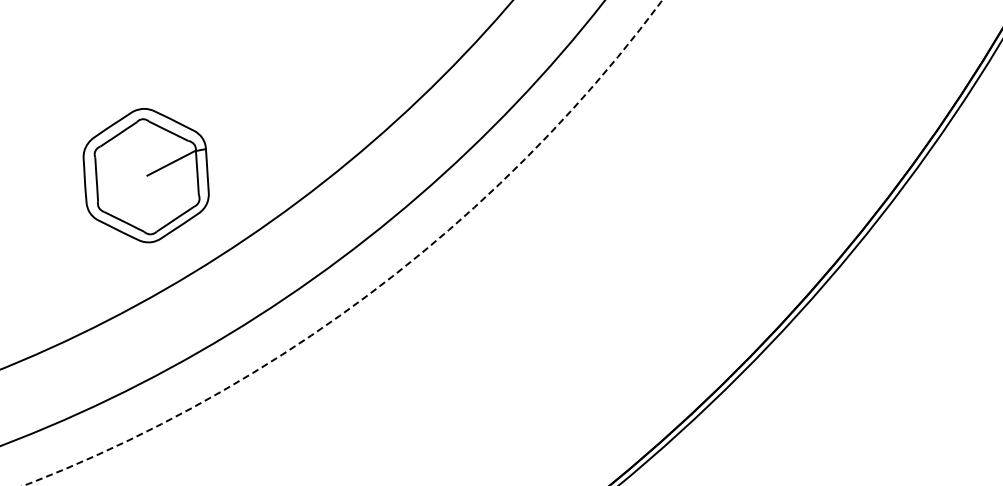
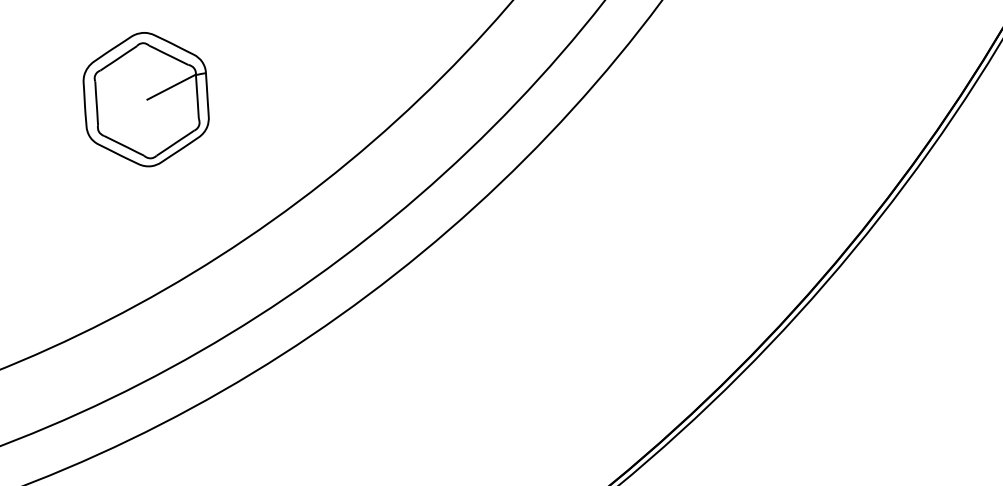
part at (145, 175) position: (145, 175) -> (145, 99)
circle at (342, 242): dashed -> solid
